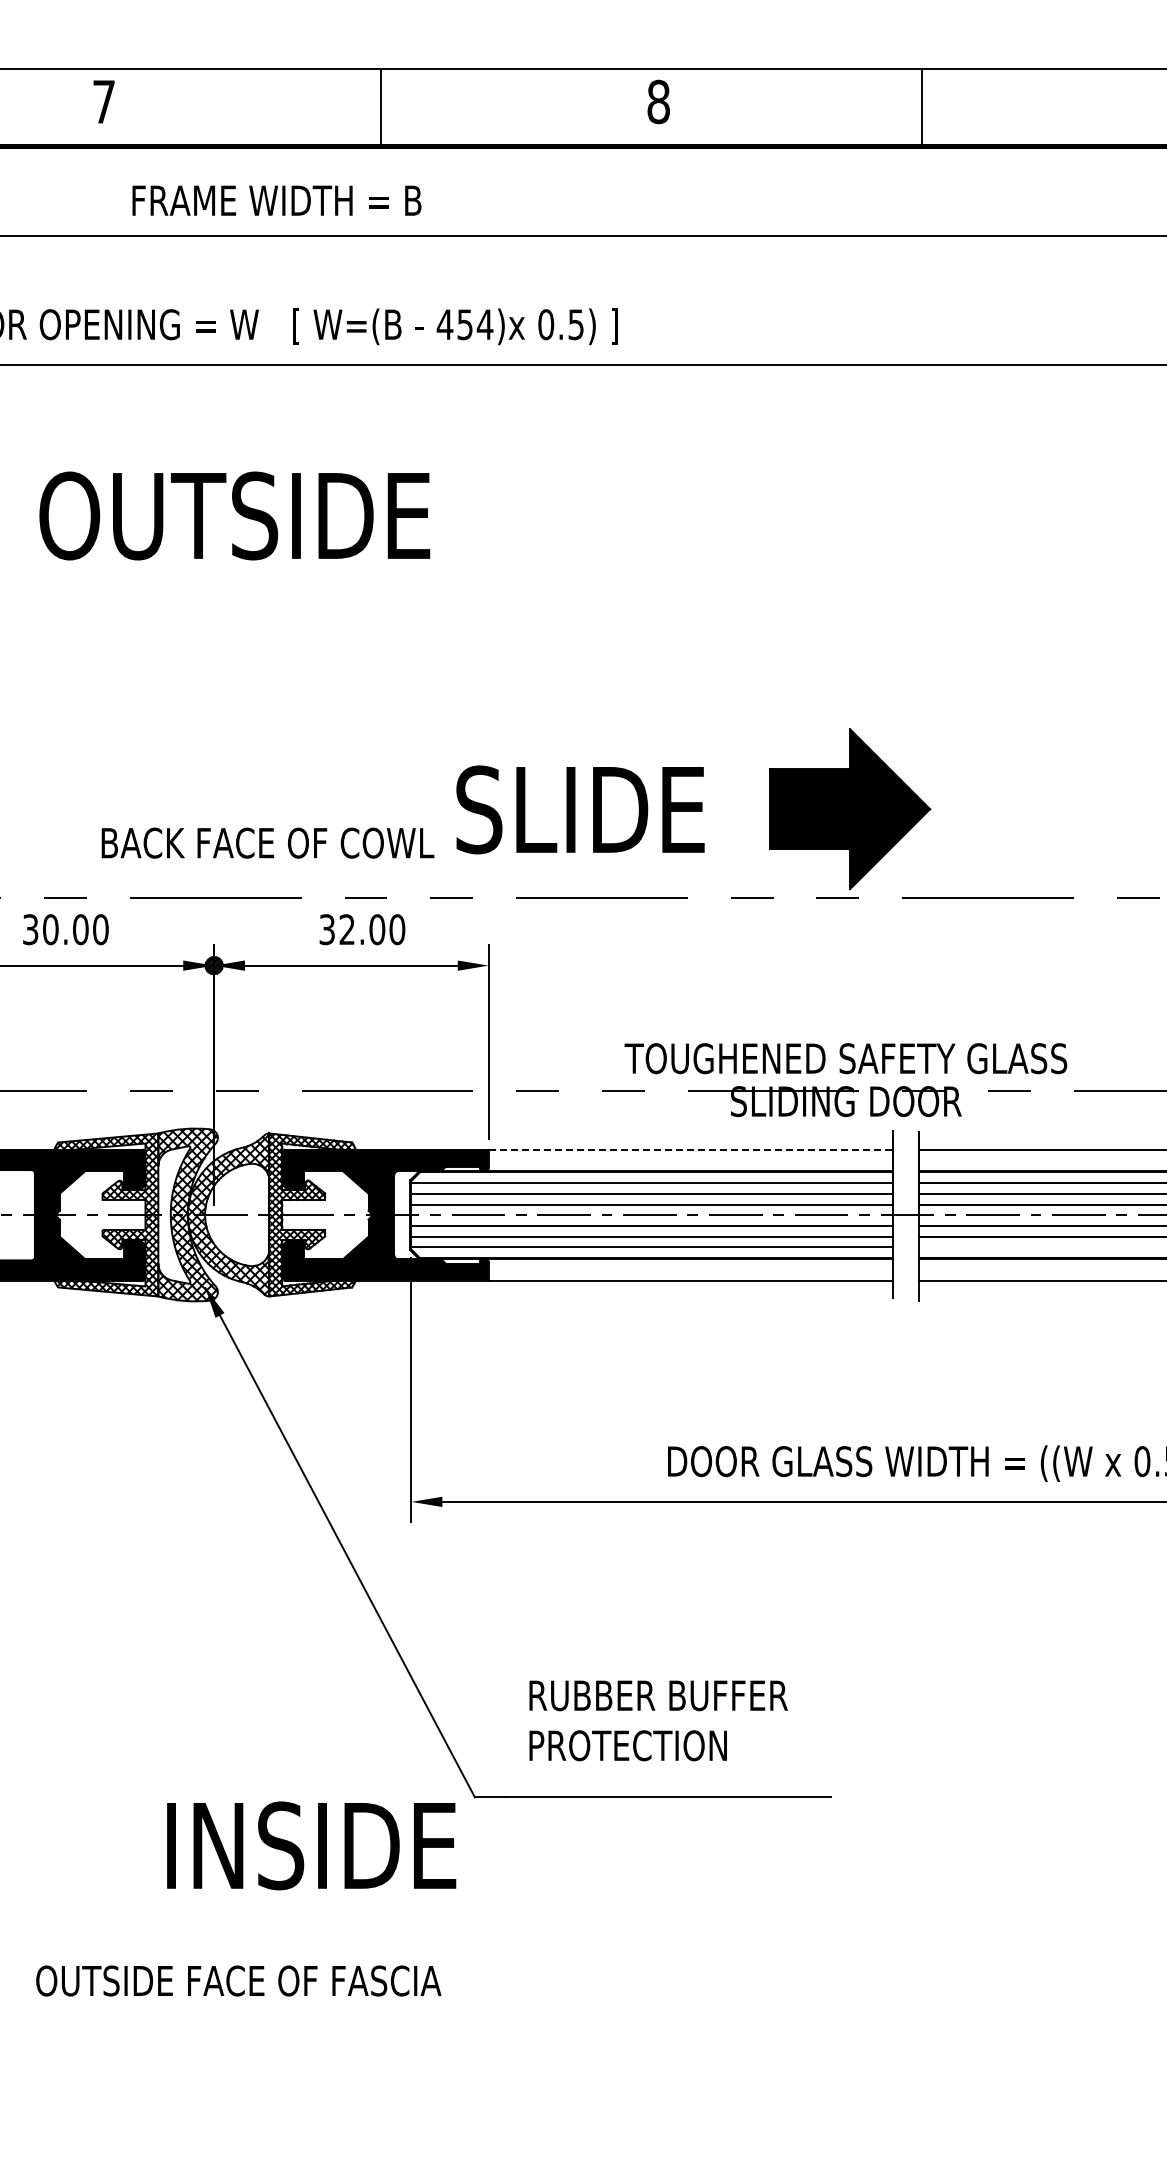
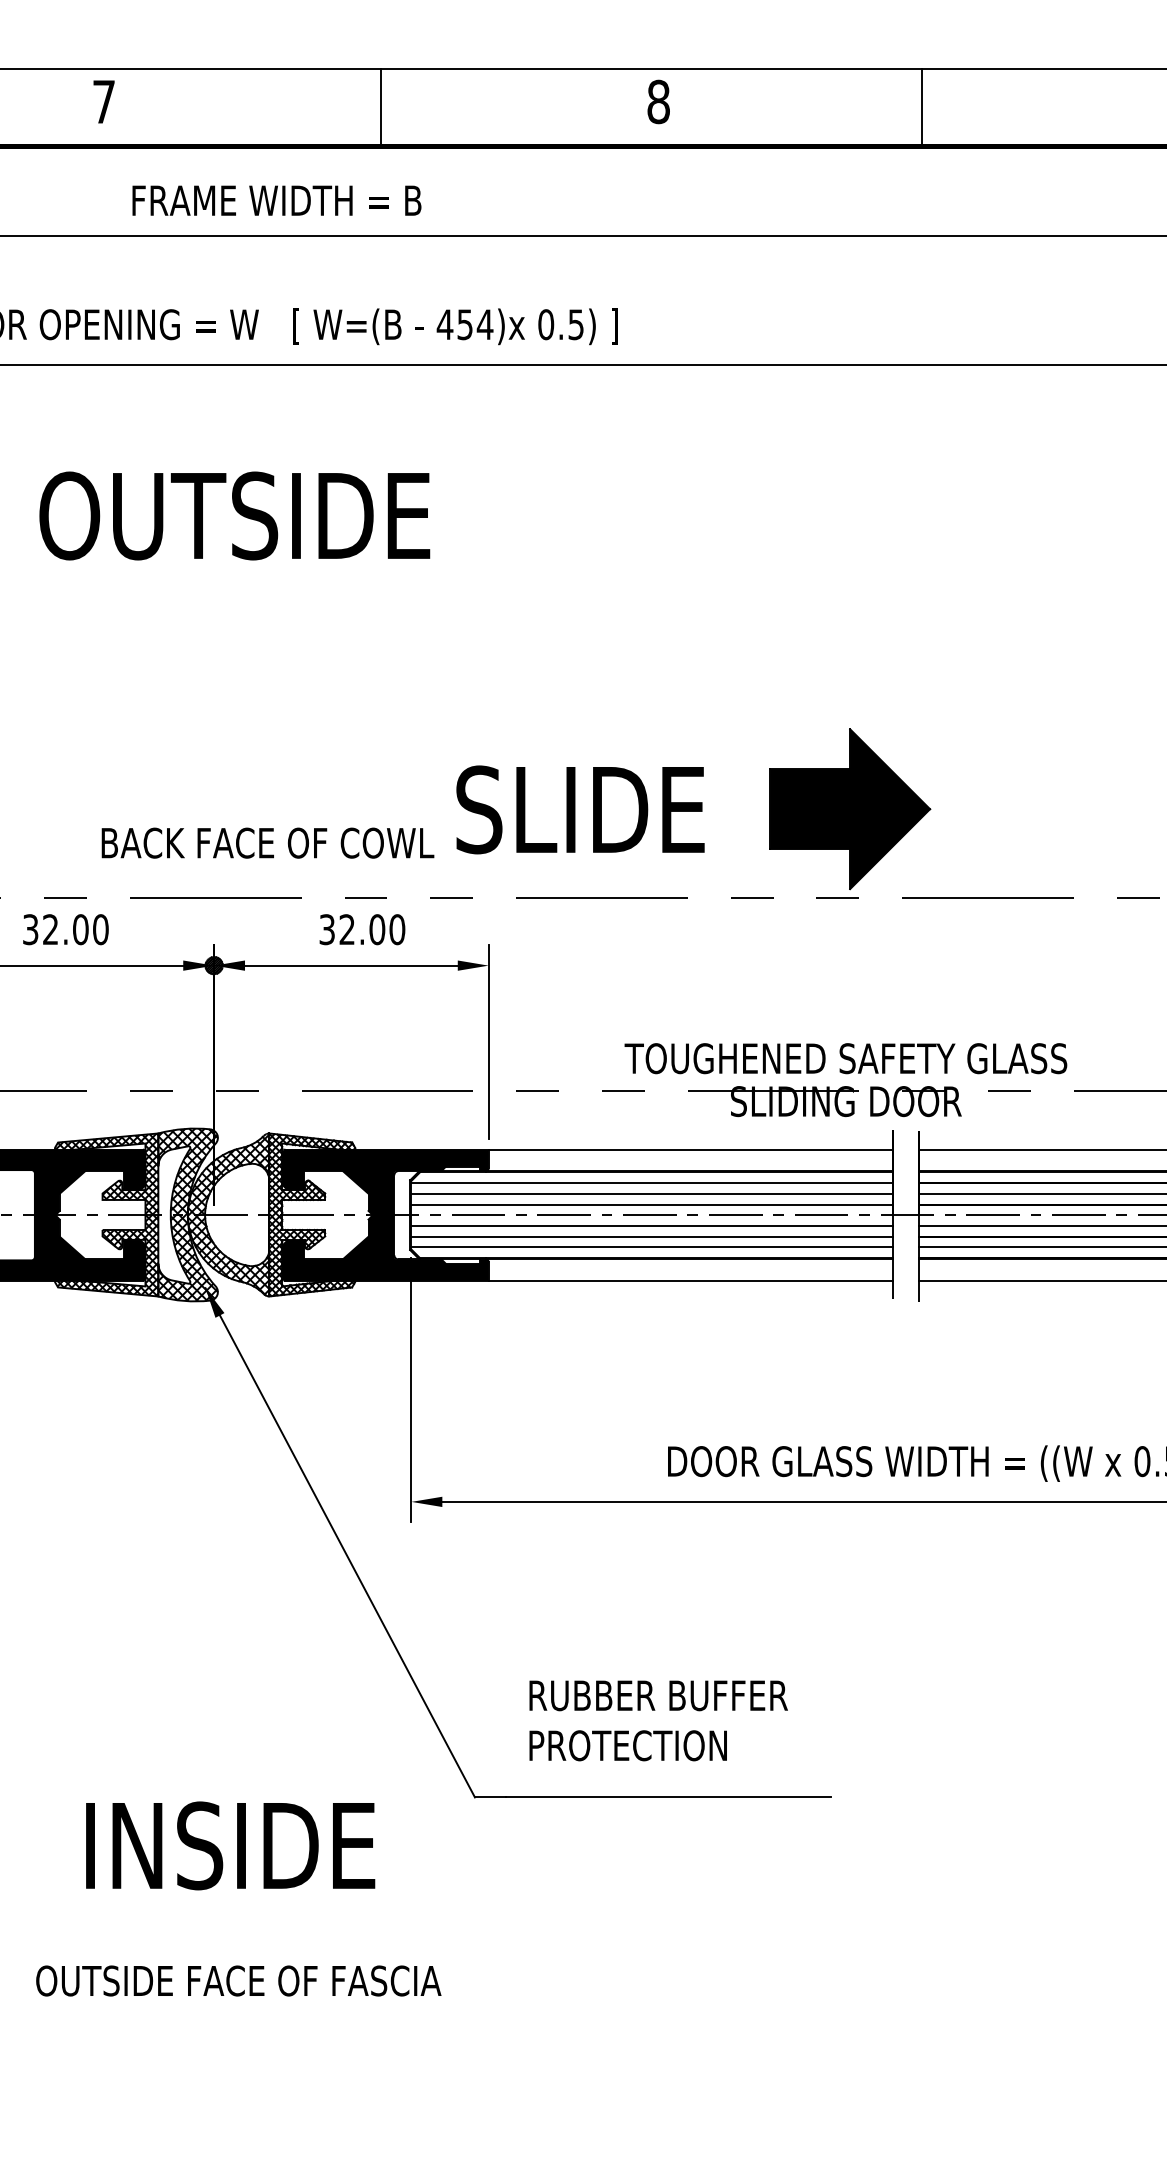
text at (50, 929): 30.00 -> 32.00
line at (691, 1149): dashed -> solid
line at (1041, 1247): none -> present
text at (311, 1845) position: (311, 1845) -> (230, 1845)
